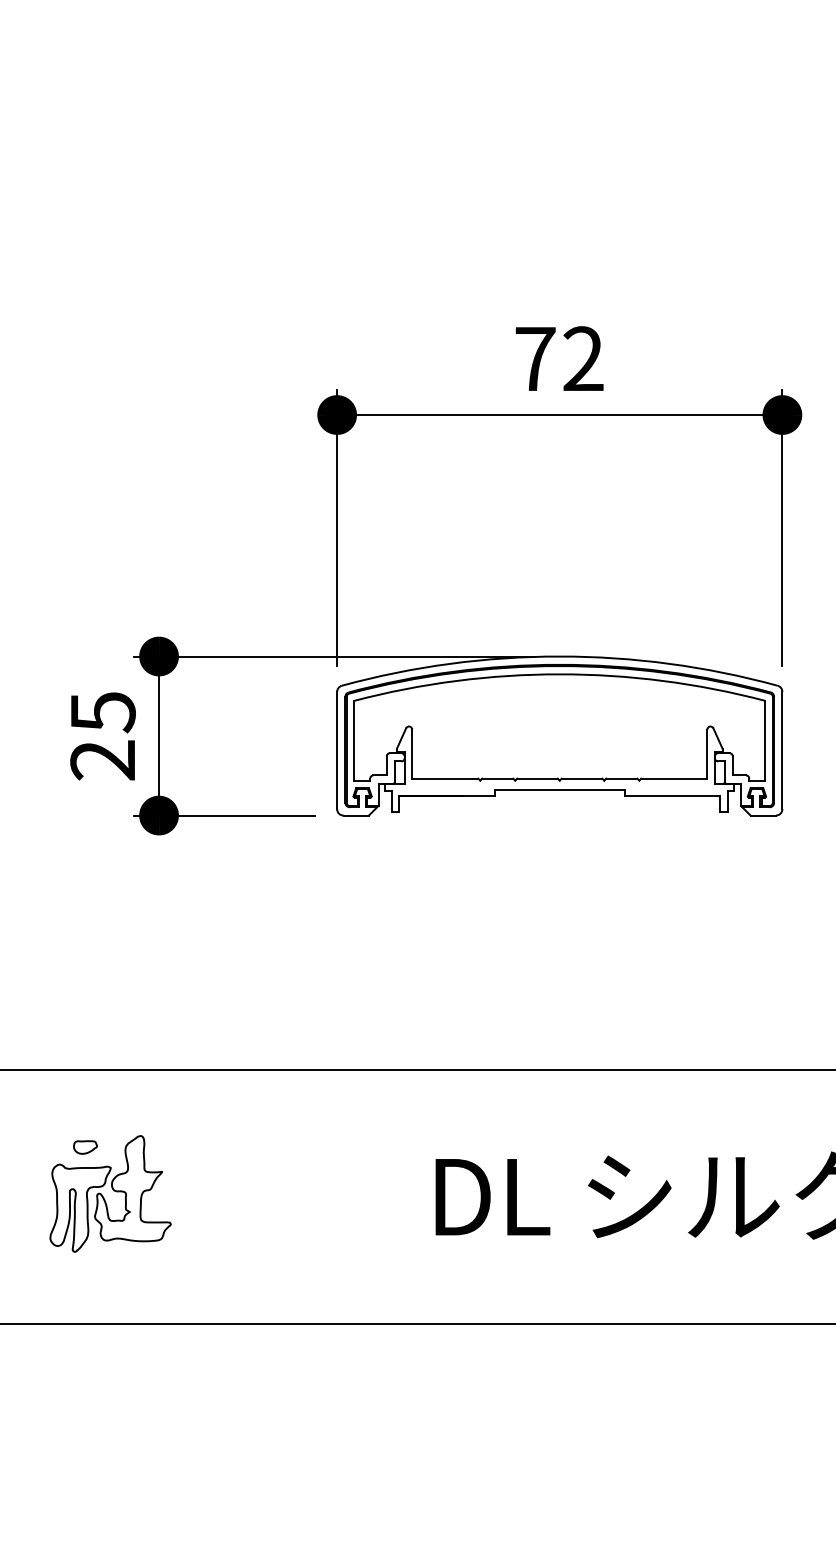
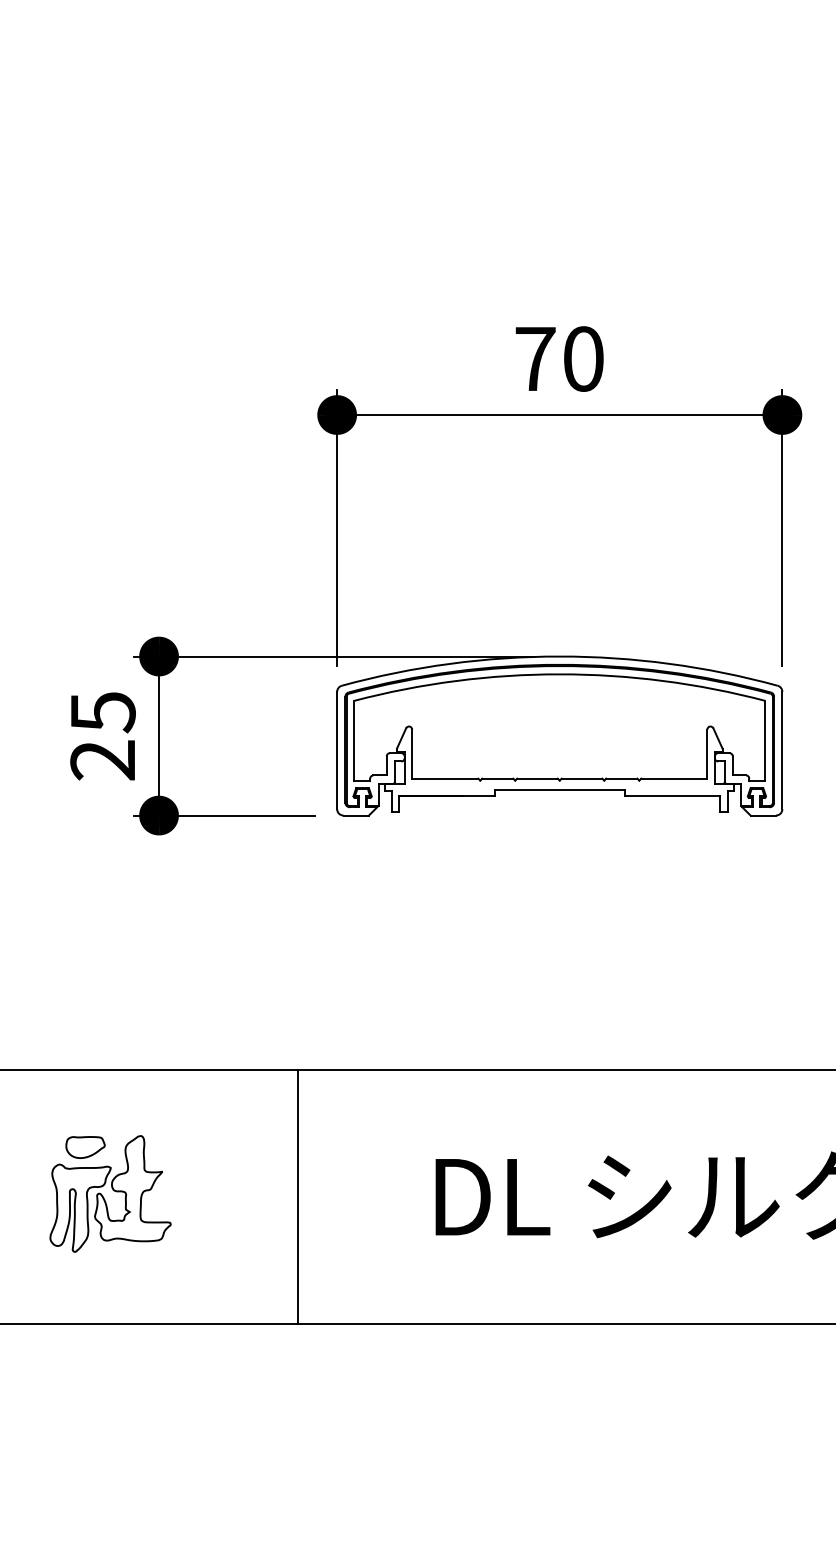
text at (583, 358): 72 -> 70
part at (85, 1147) size: 25x15 px -> 41x23 px
line at (297, 1196): none -> present
